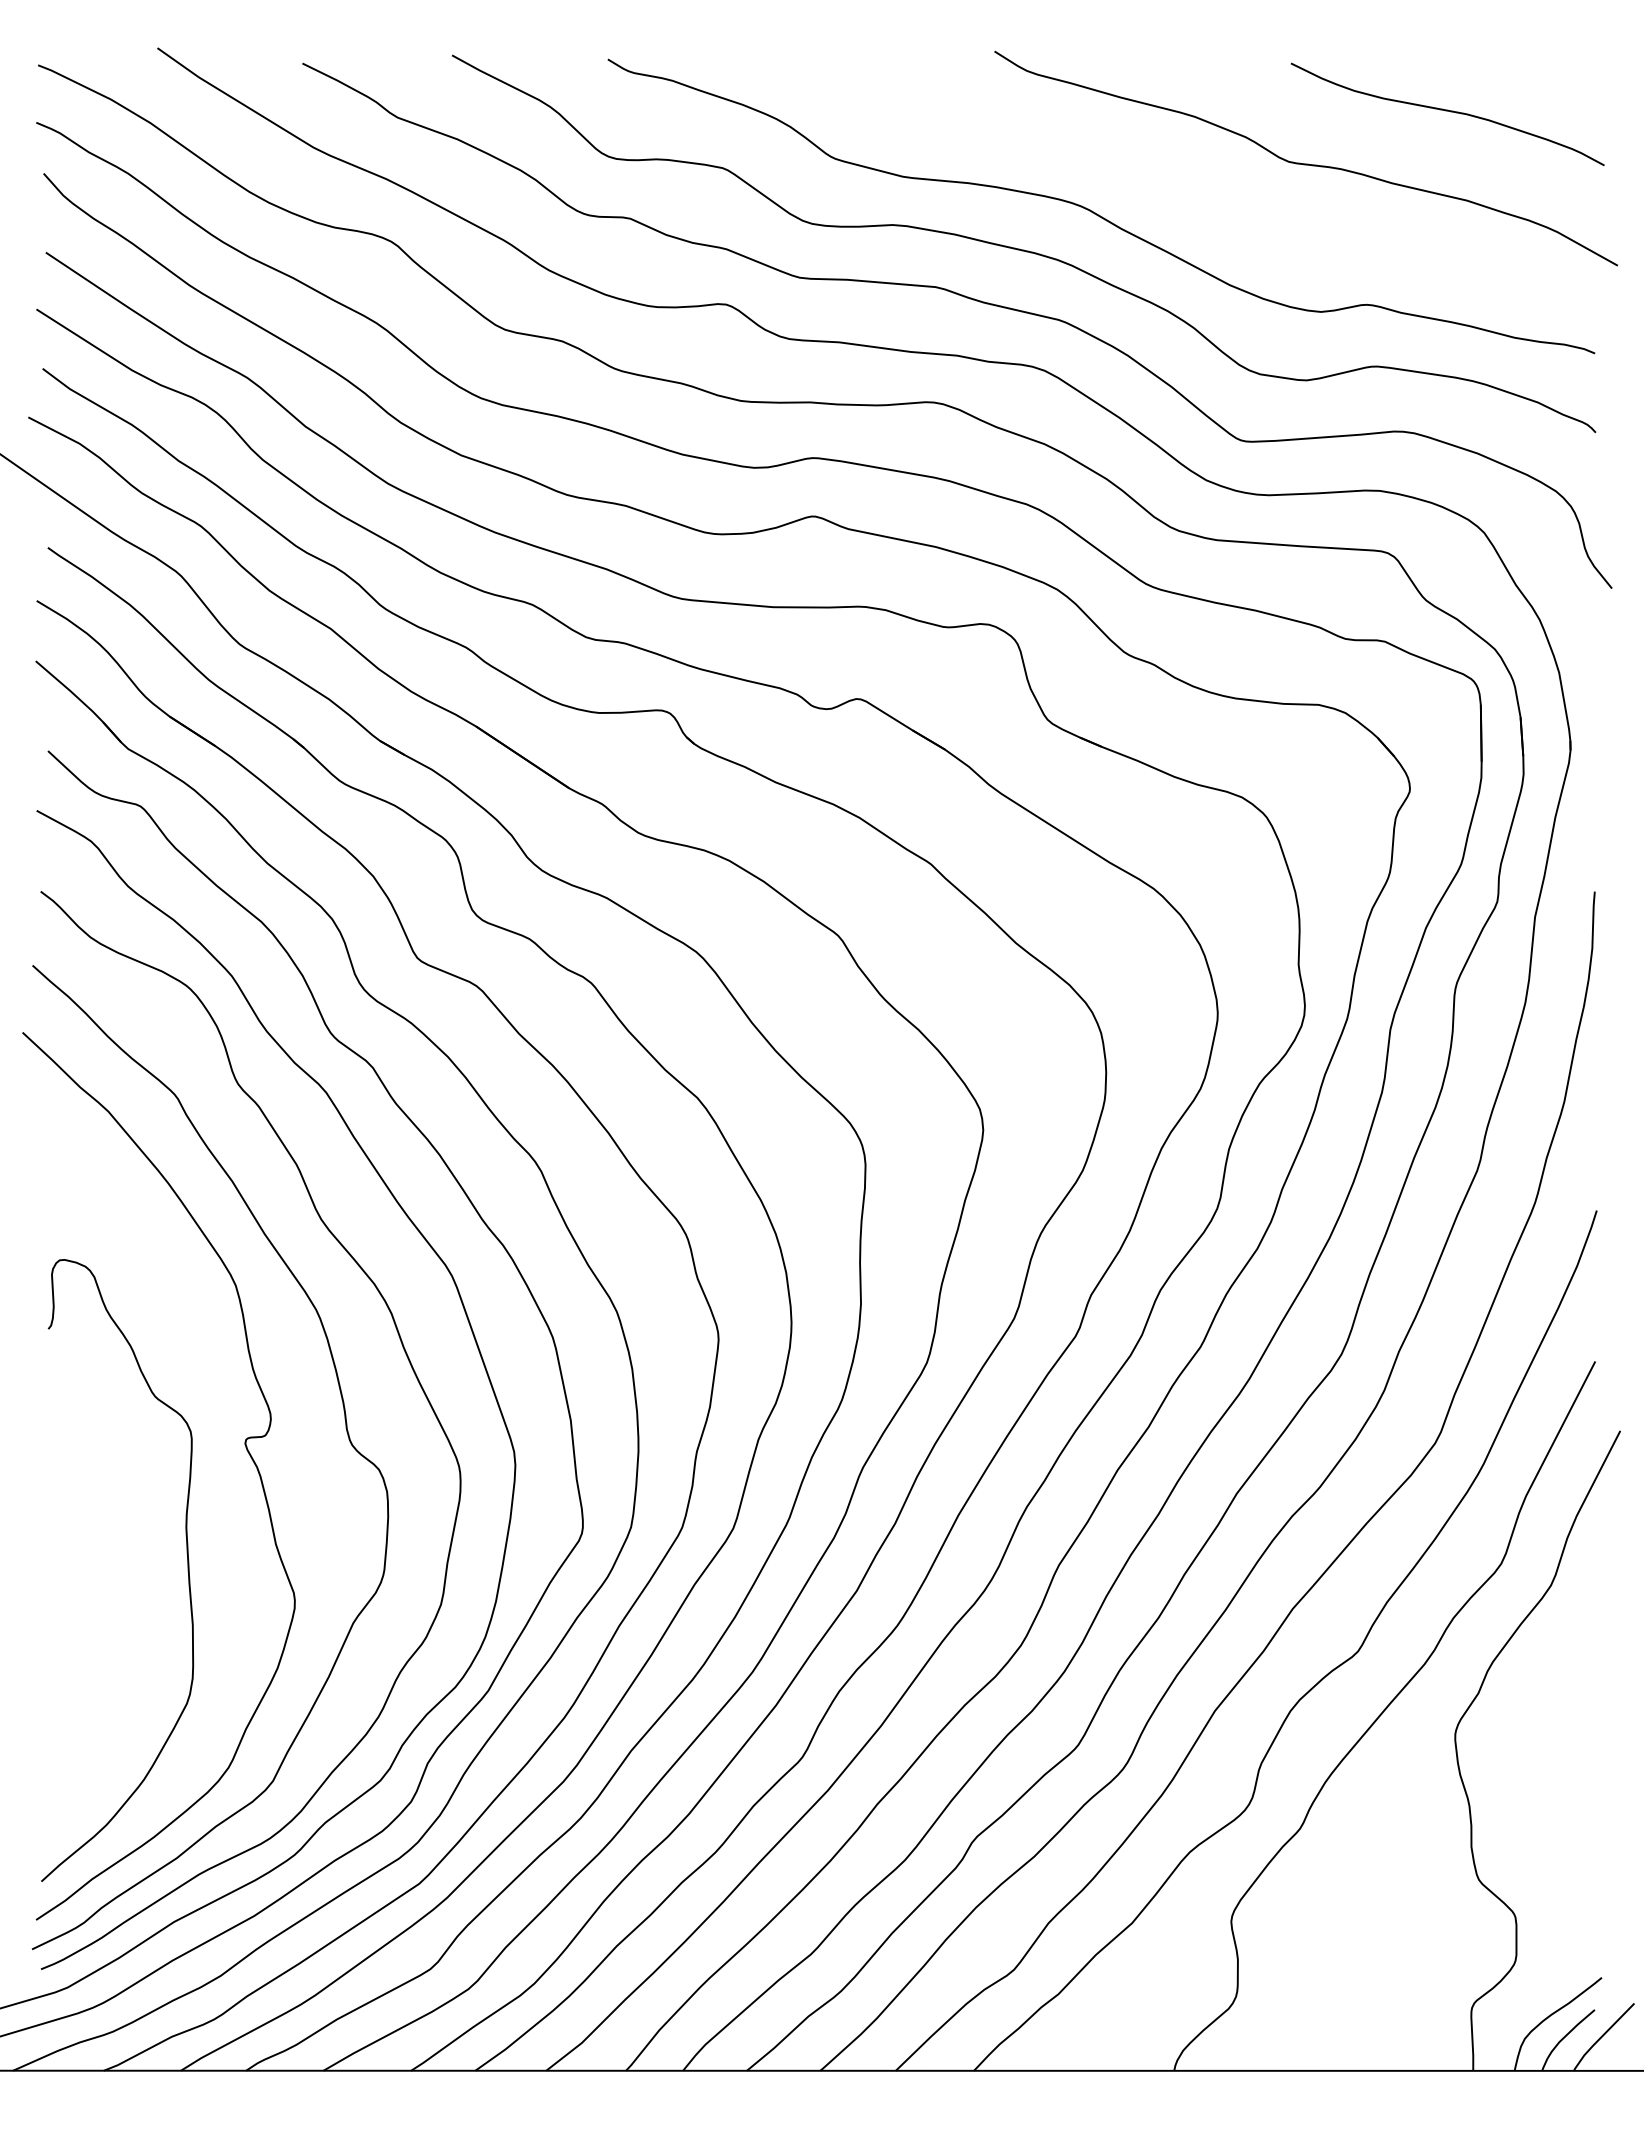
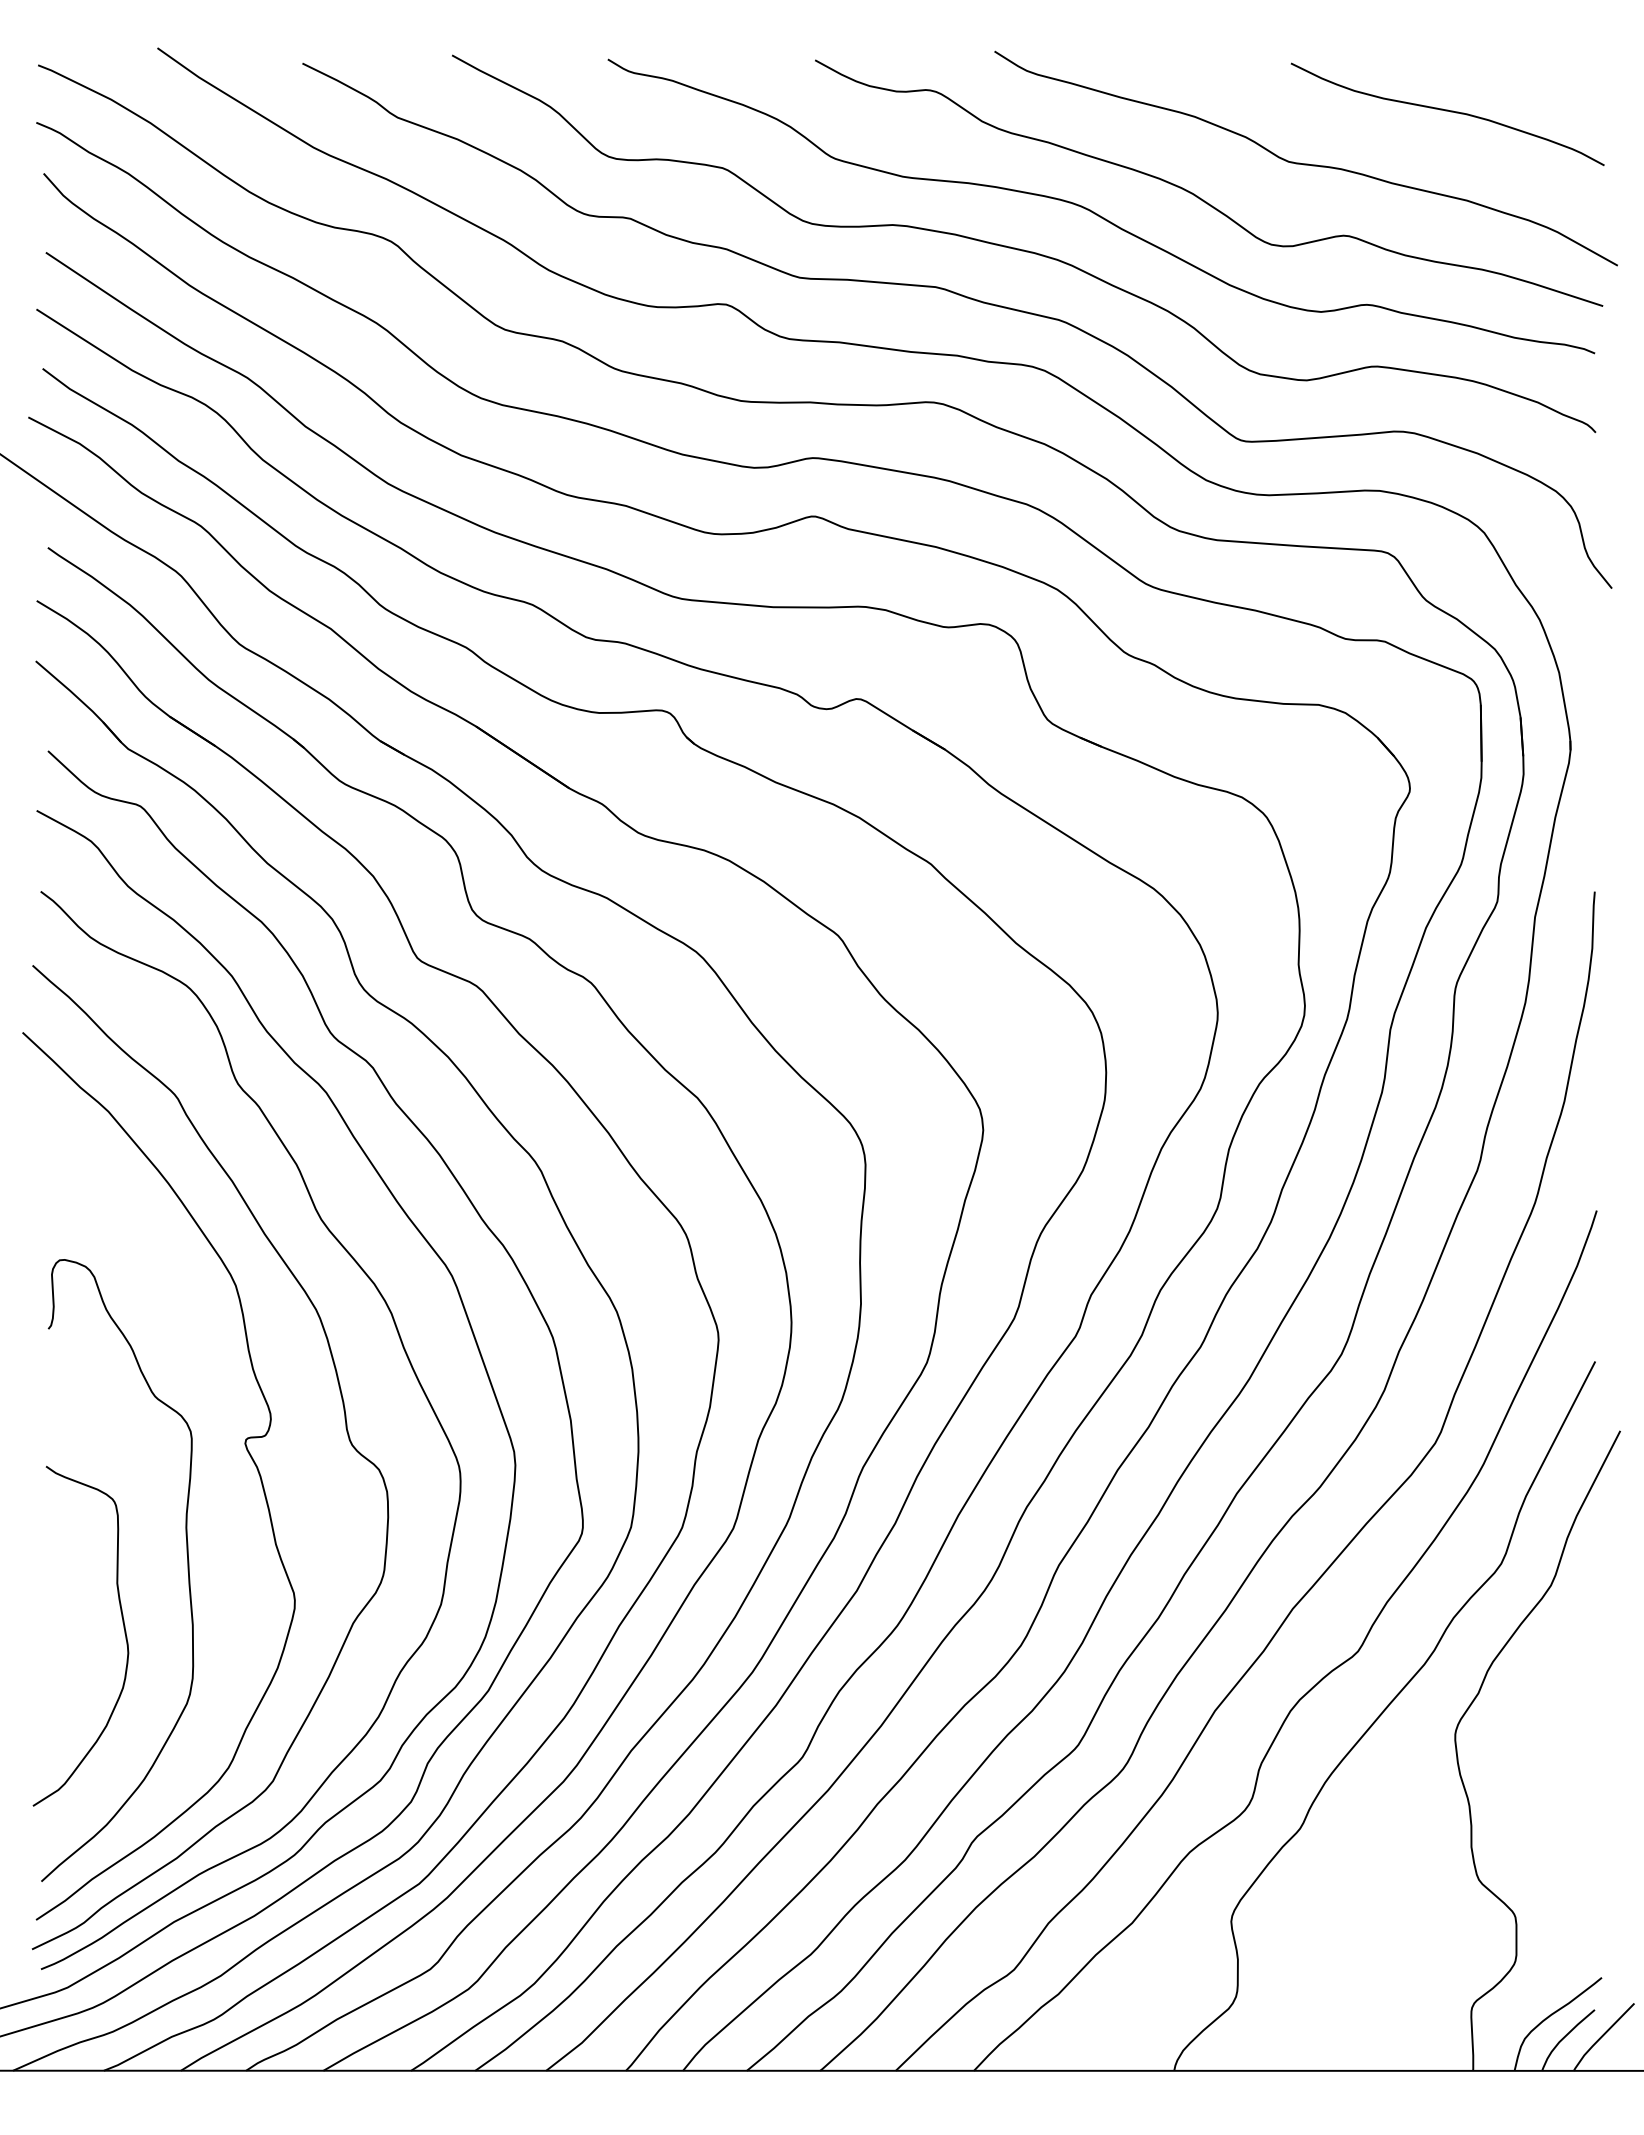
curve at (1200, 197): none -> present
curve at (123, 1628): none -> present
